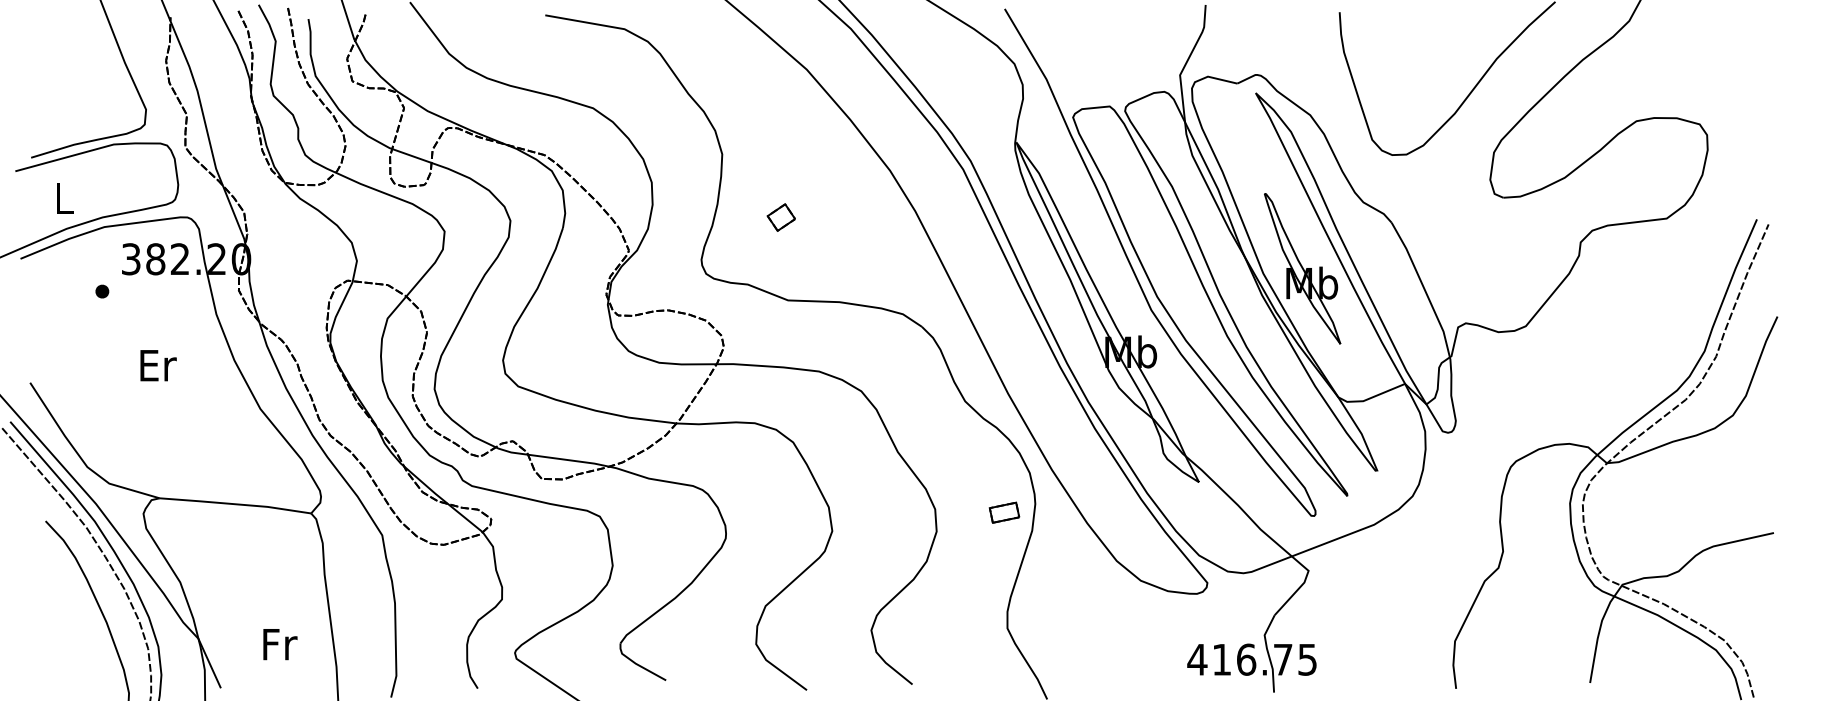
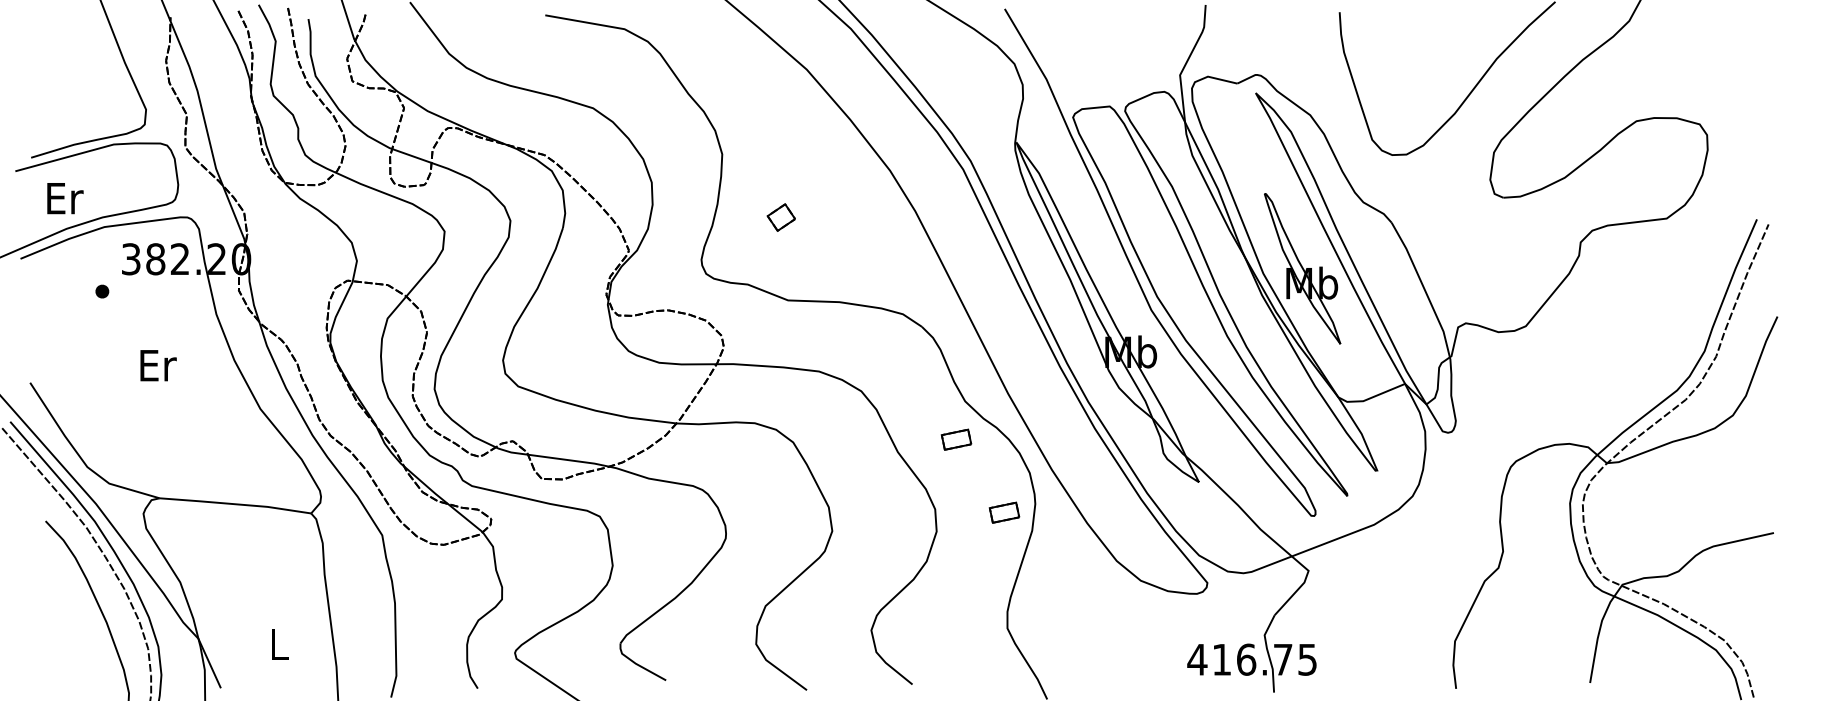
text at (65, 198): L -> Er
part at (956, 439): none -> present
text at (280, 644): Fr -> L
